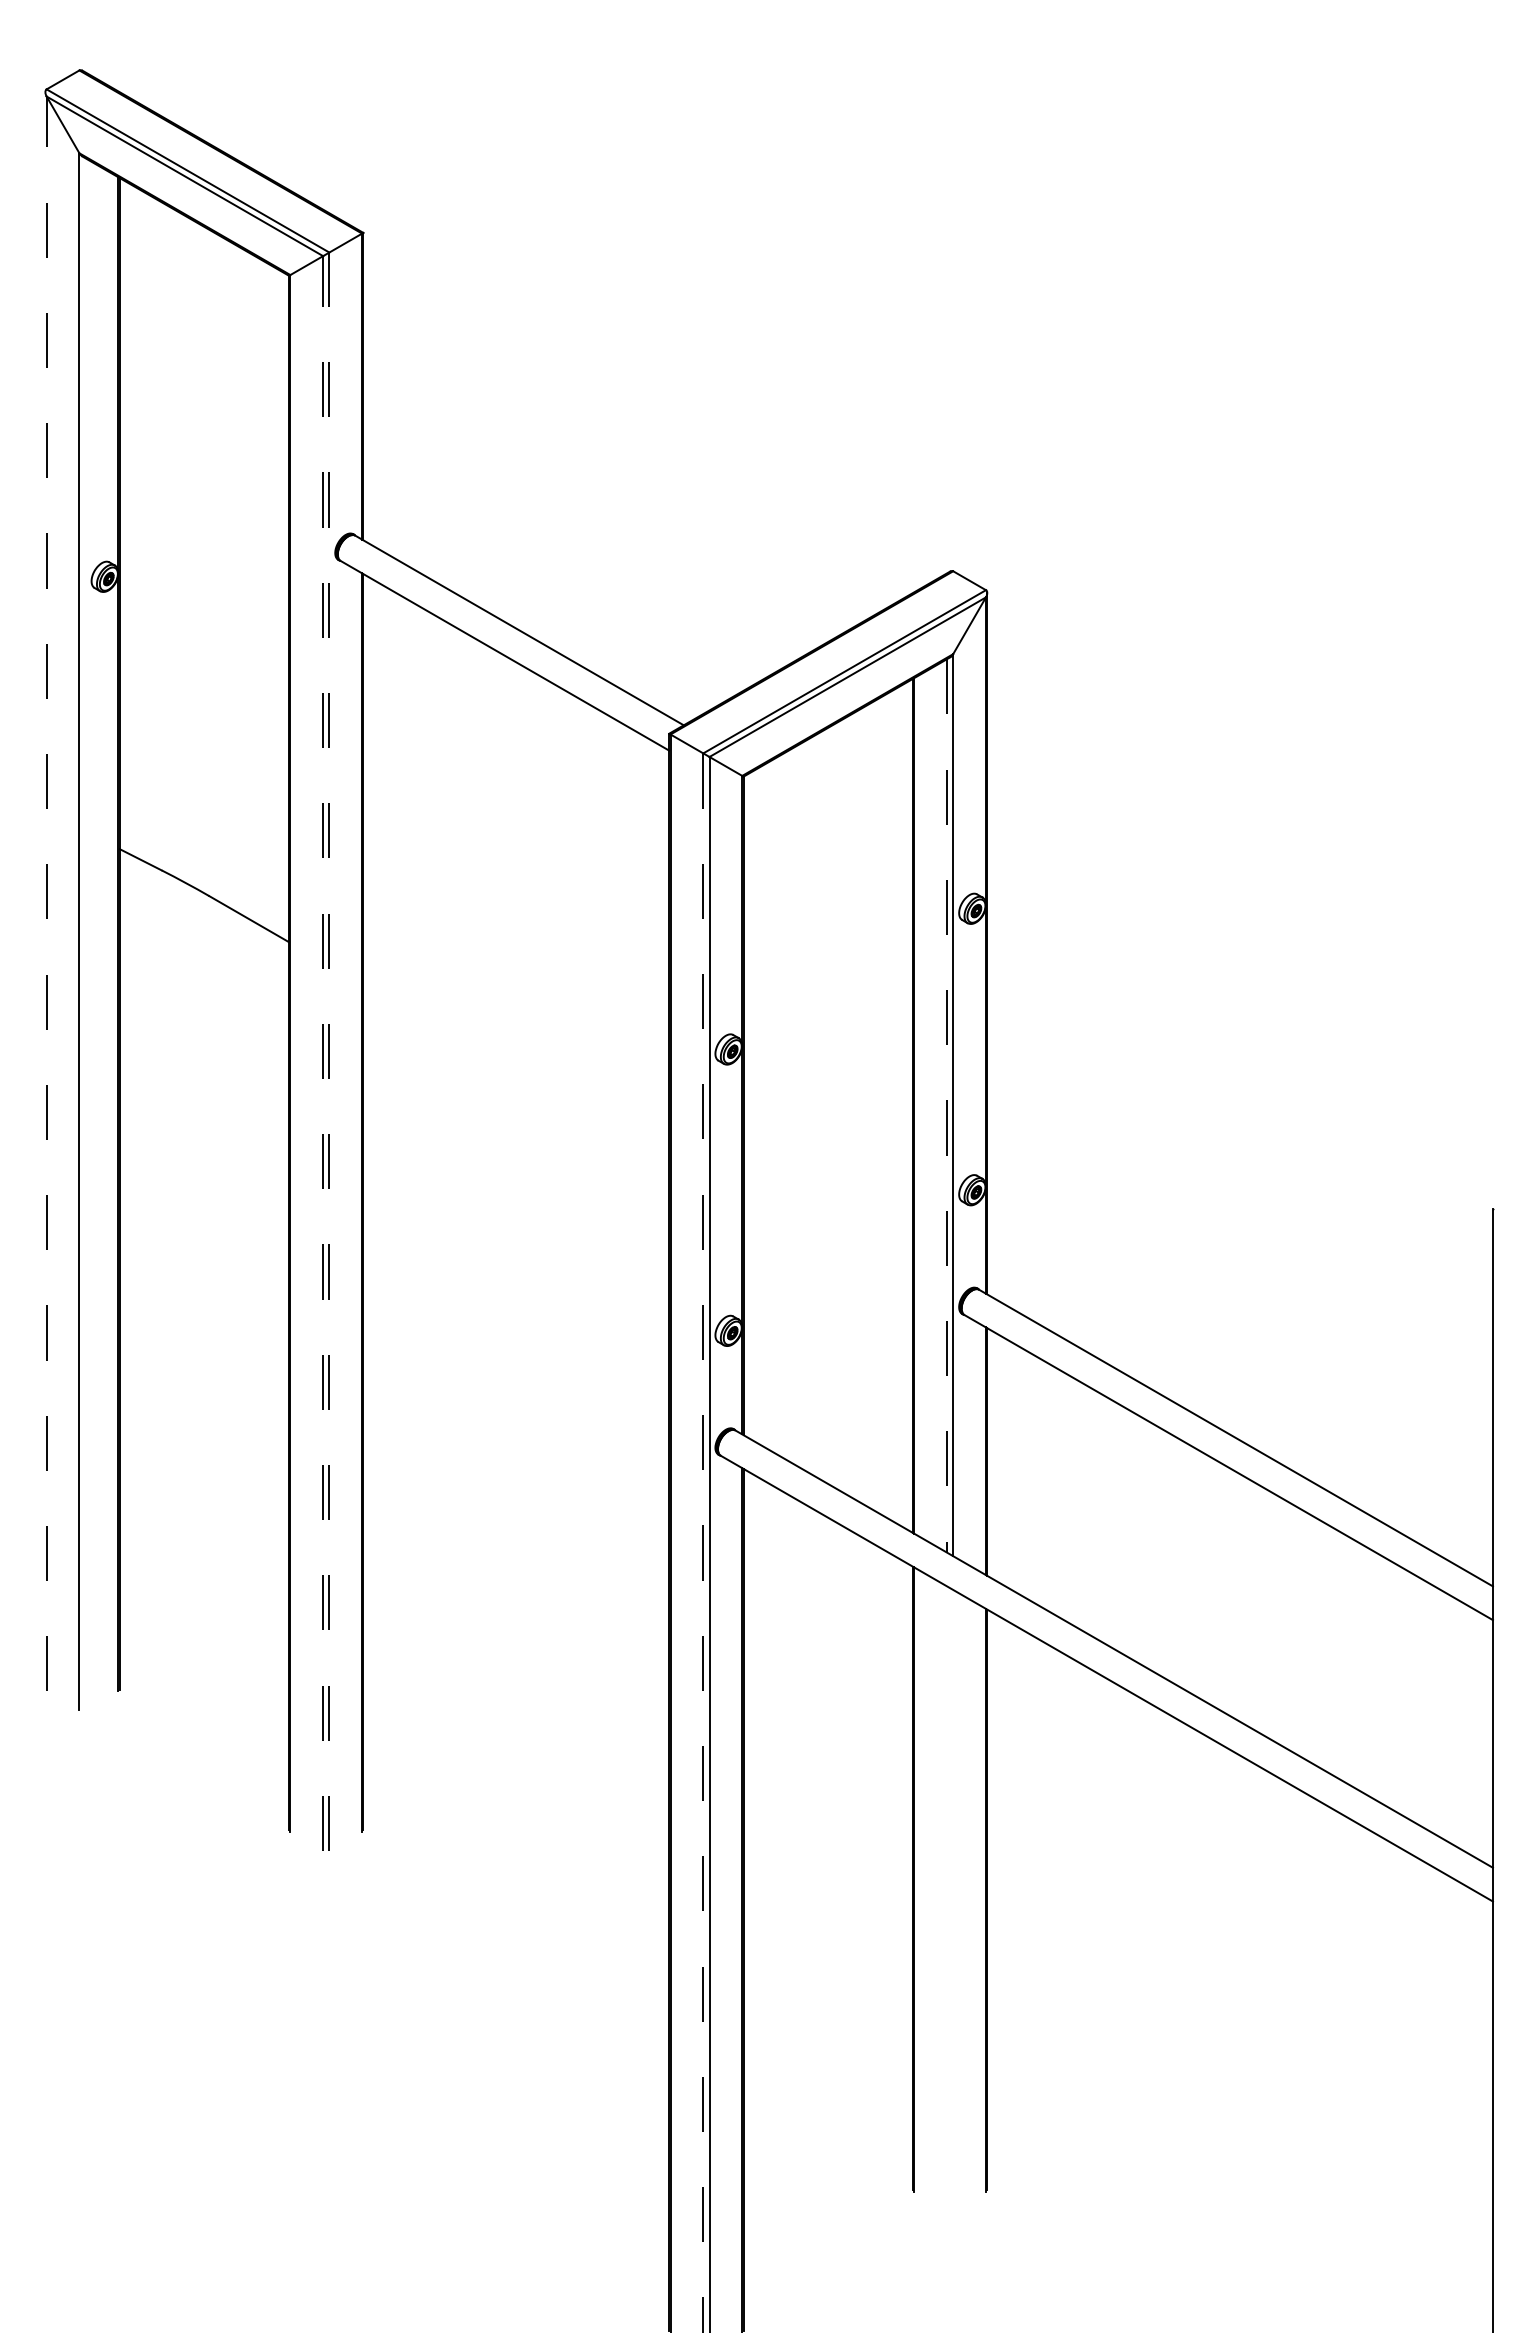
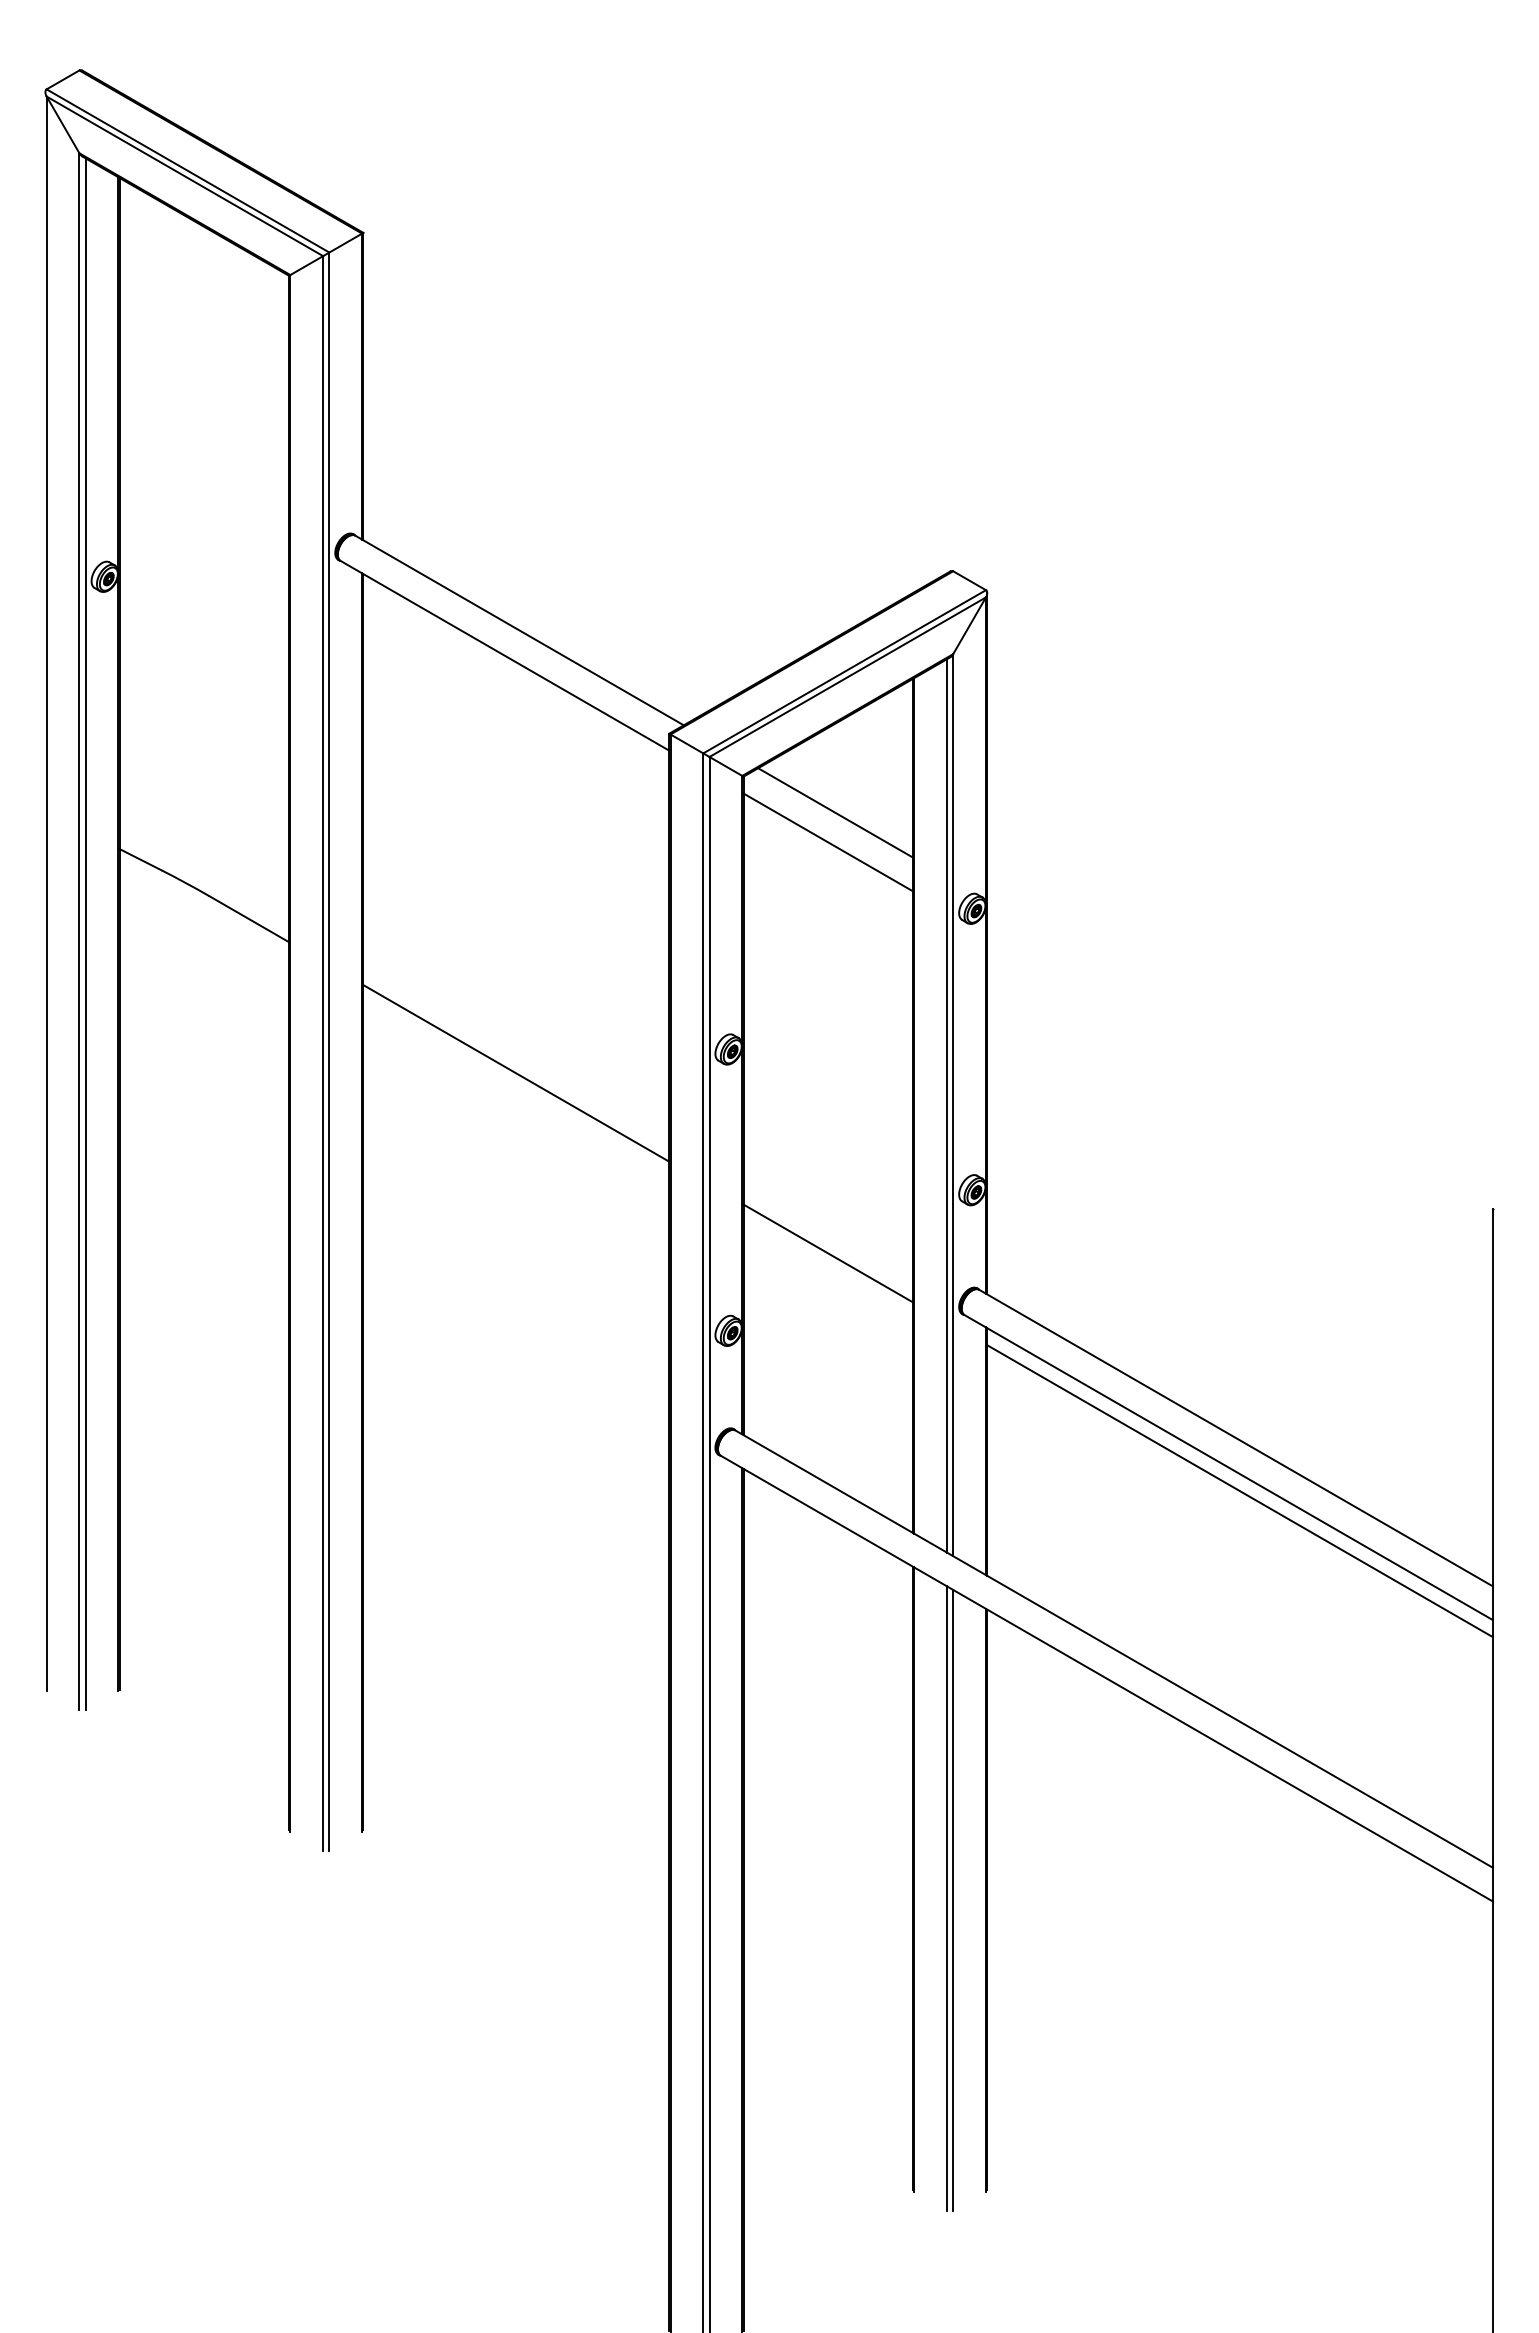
line at (835, 812): none -> present
line at (827, 842): none -> present
line at (46, 893): dashed -> solid
line at (85, 934): none -> present
line at (329, 1051): dashed -> solid
line at (323, 1053): dashed -> solid
line at (516, 1073): none -> present
line at (946, 1105): dashed -> solid
line at (827, 1253): none -> present
line at (1239, 1491): none -> present
line at (703, 1543): dashed -> solid
line at (946, 1898): none -> present
line at (953, 1900): none -> present
